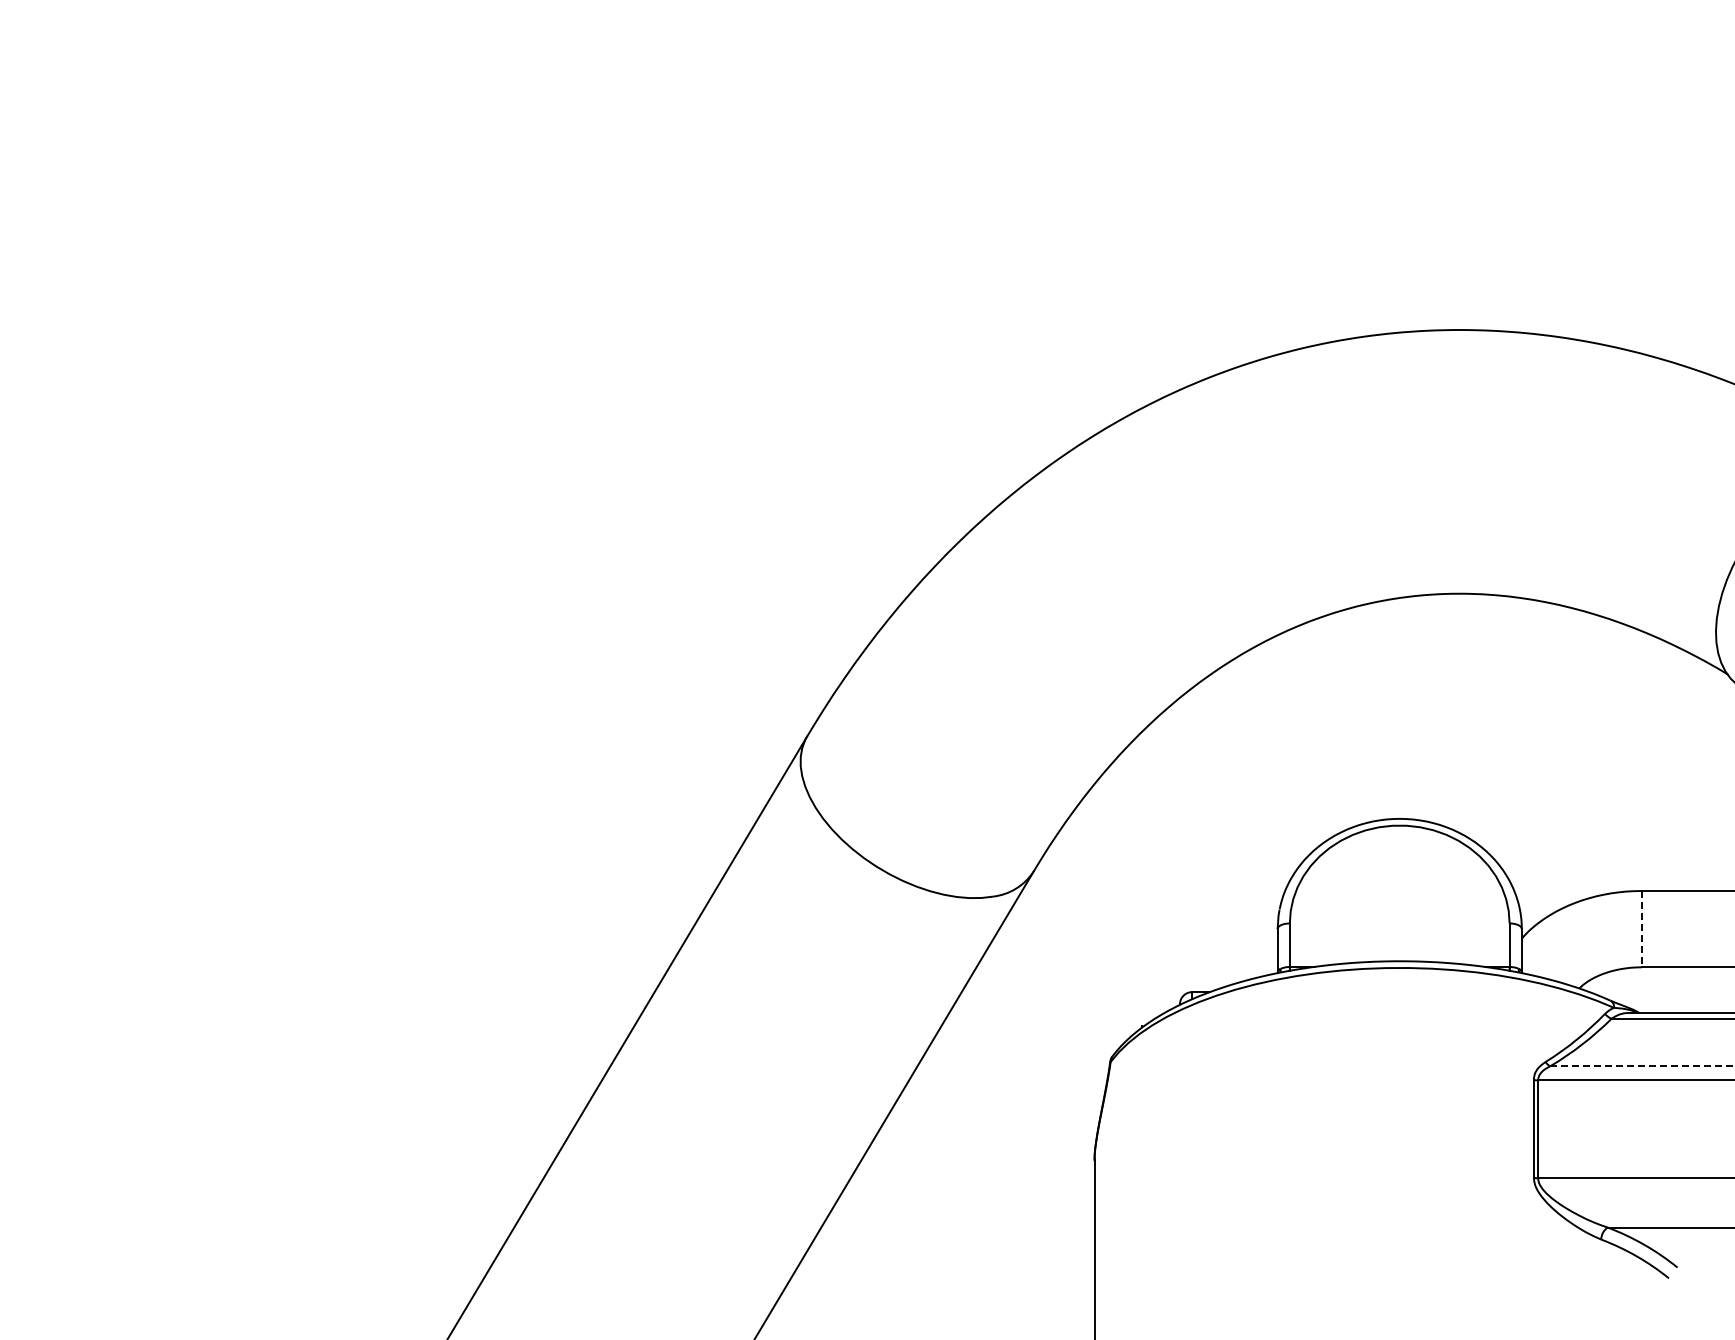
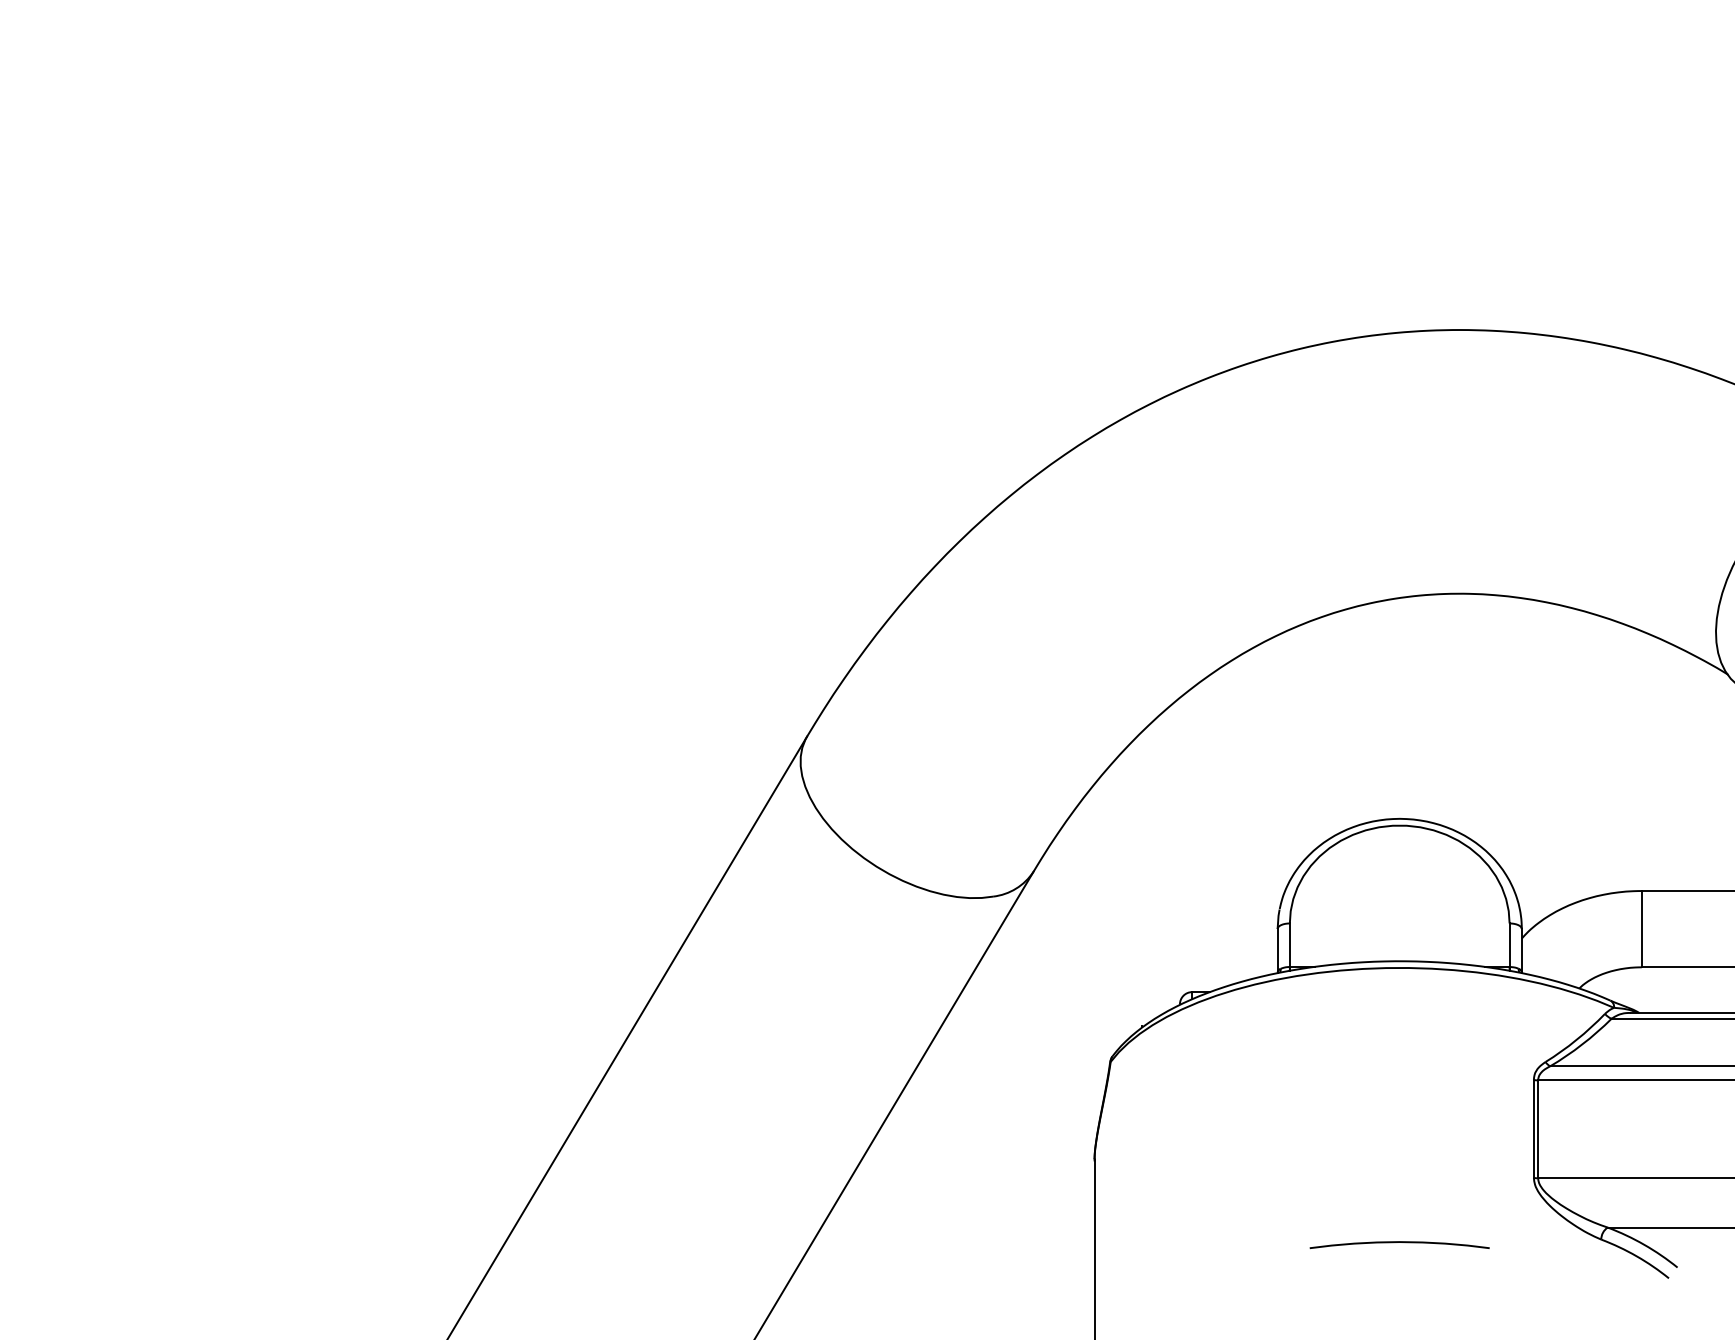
line at (1641, 929): dashed -> solid
line at (1643, 1066): dashed -> solid
curve at (1399, 1242): none -> present
